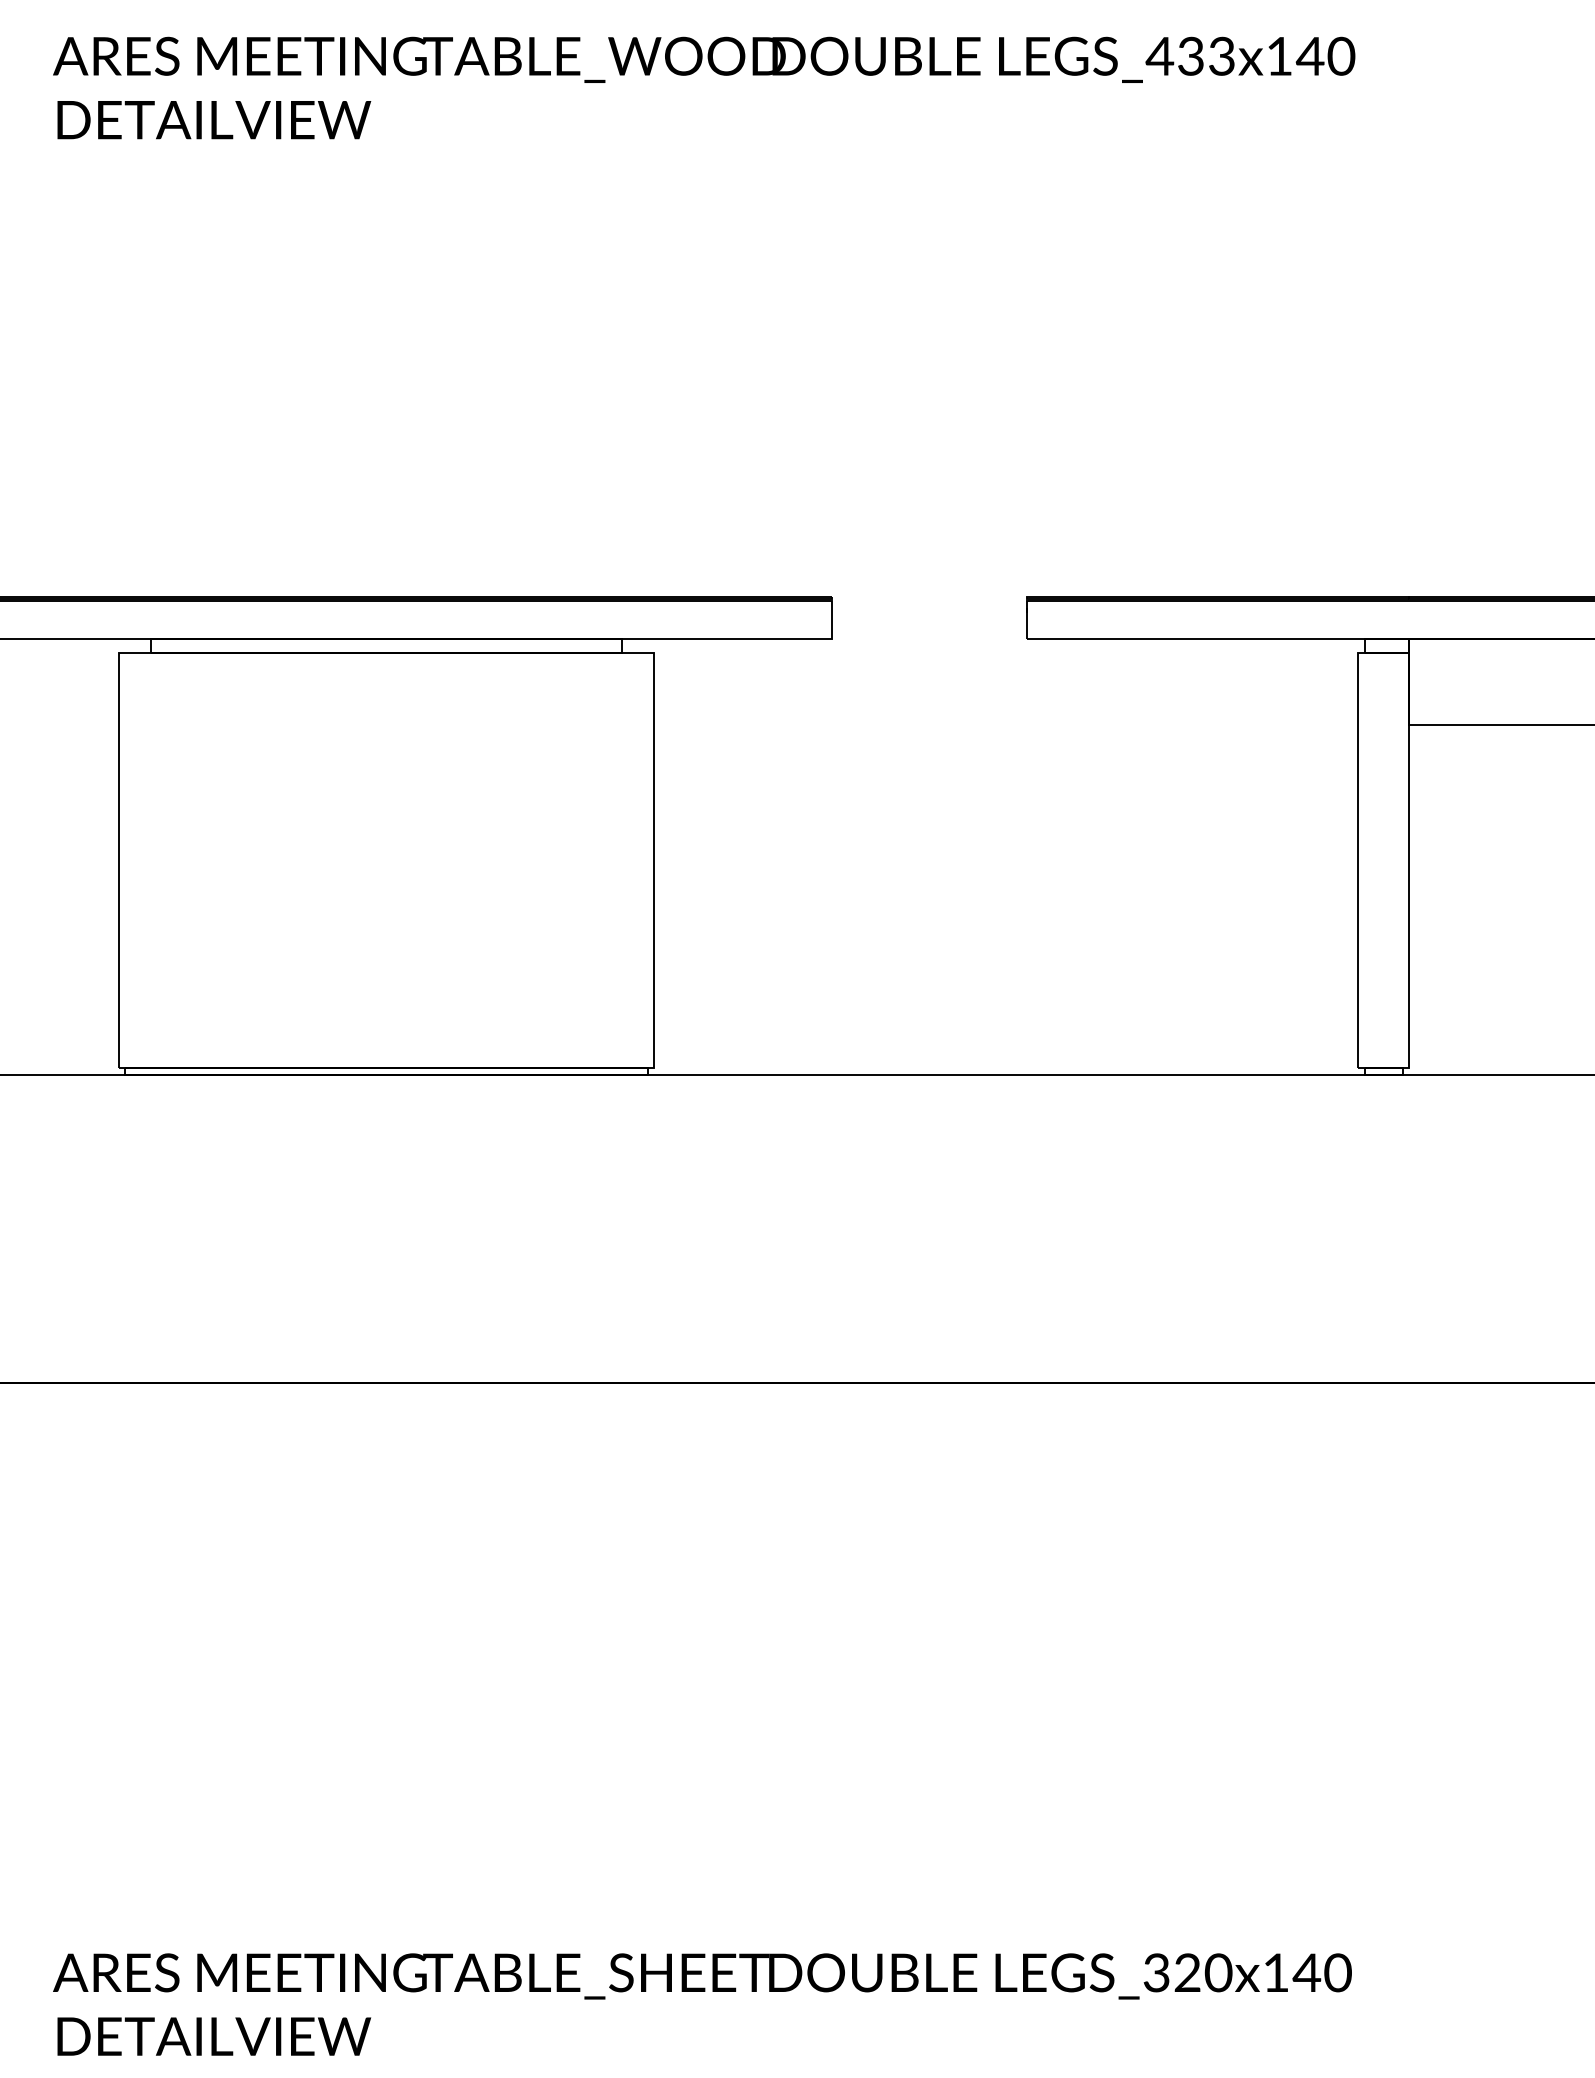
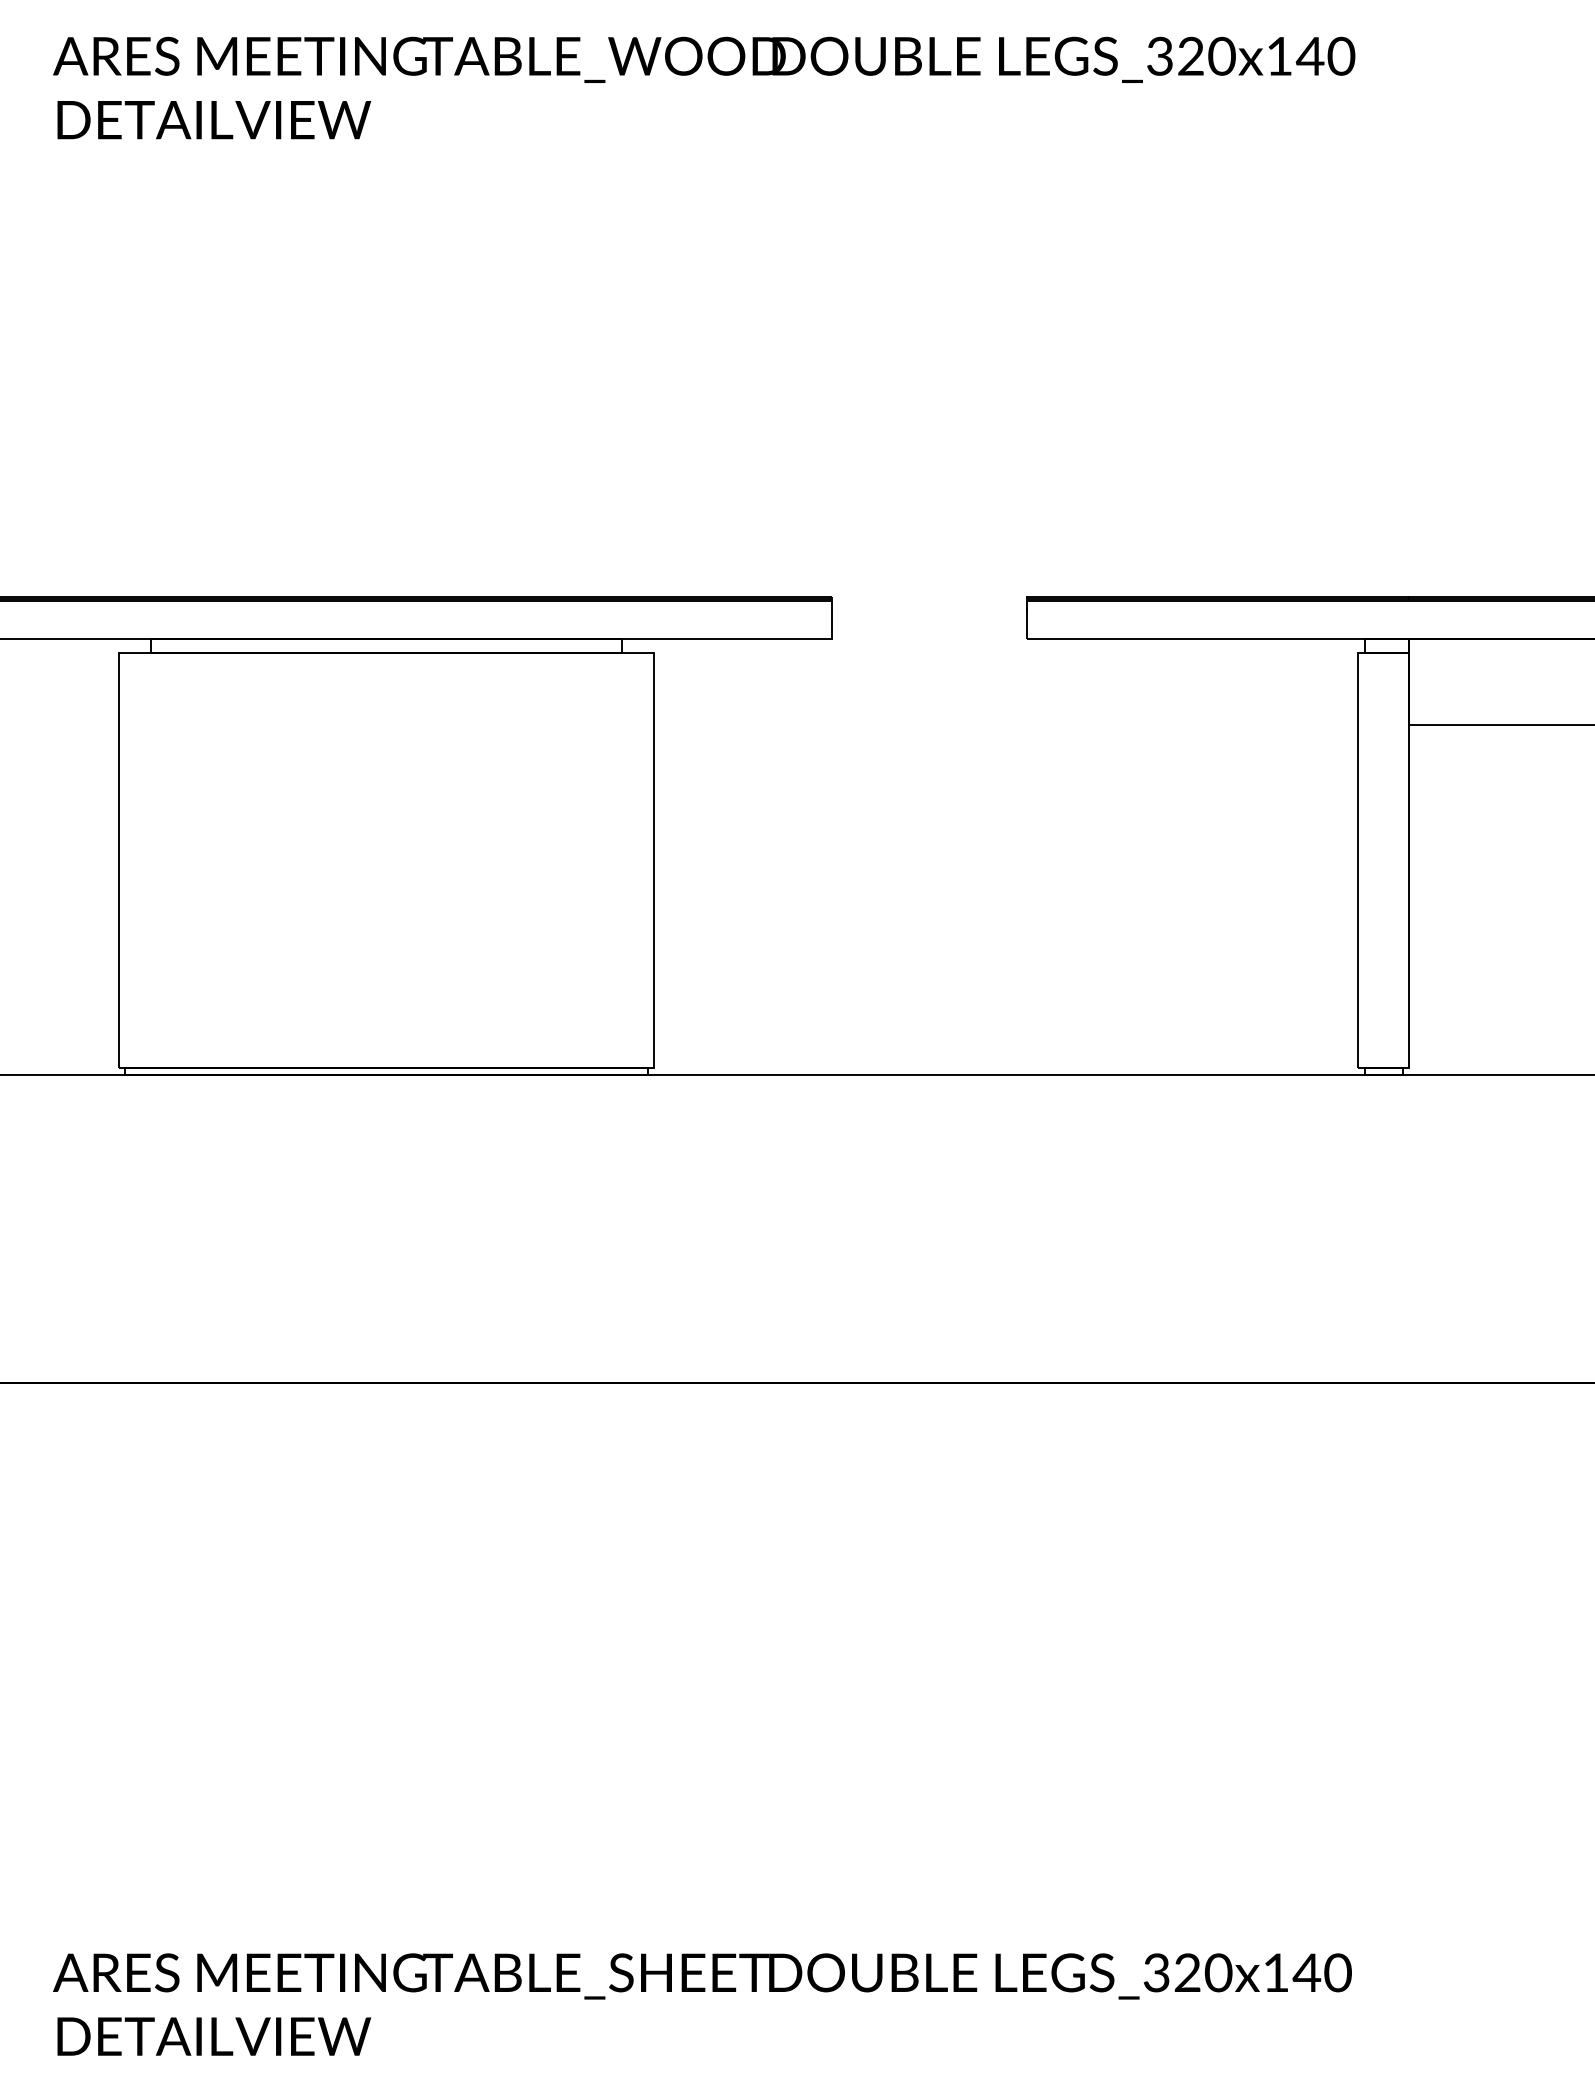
text at (1190, 55): LEGS_433x140 -> LEGS_320x140
